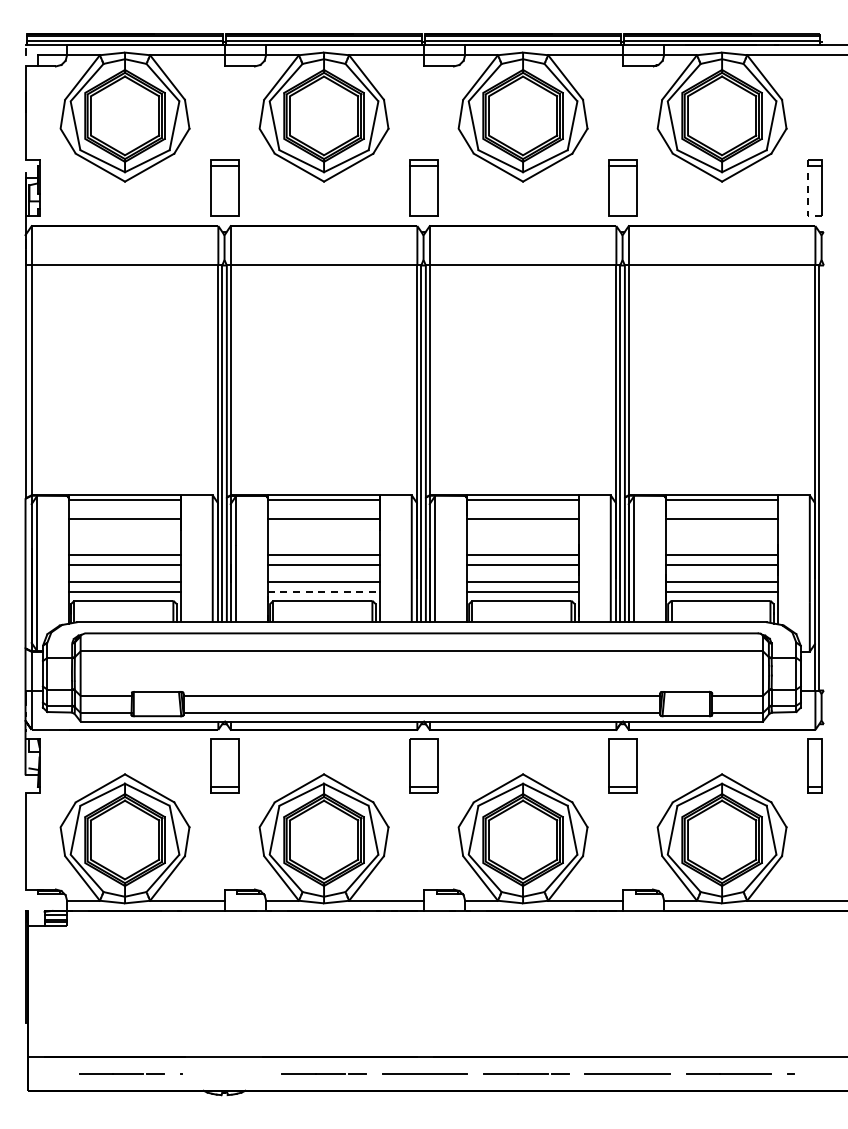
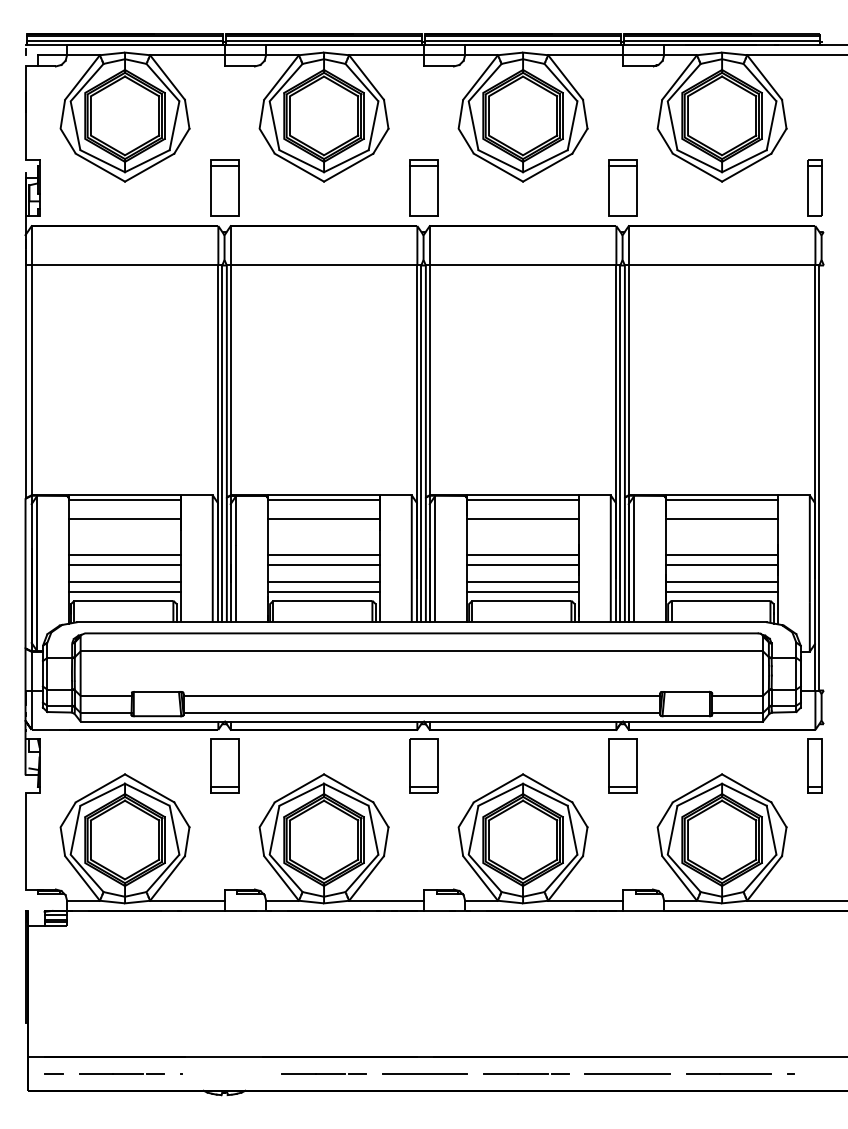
line at (807, 196): dashed -> solid
line at (324, 592): dashed -> solid
line at (53, 1073): none -> present
